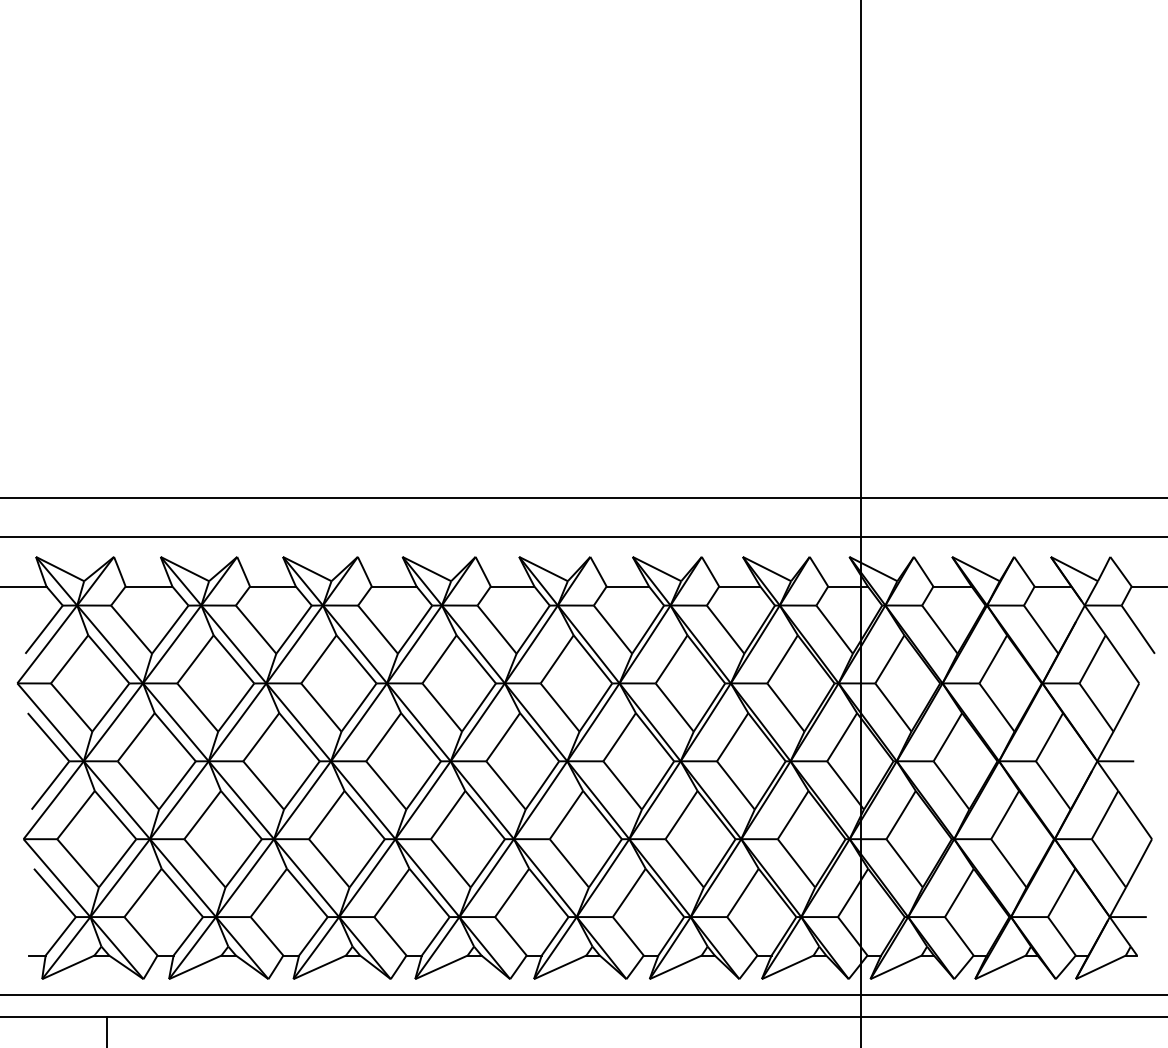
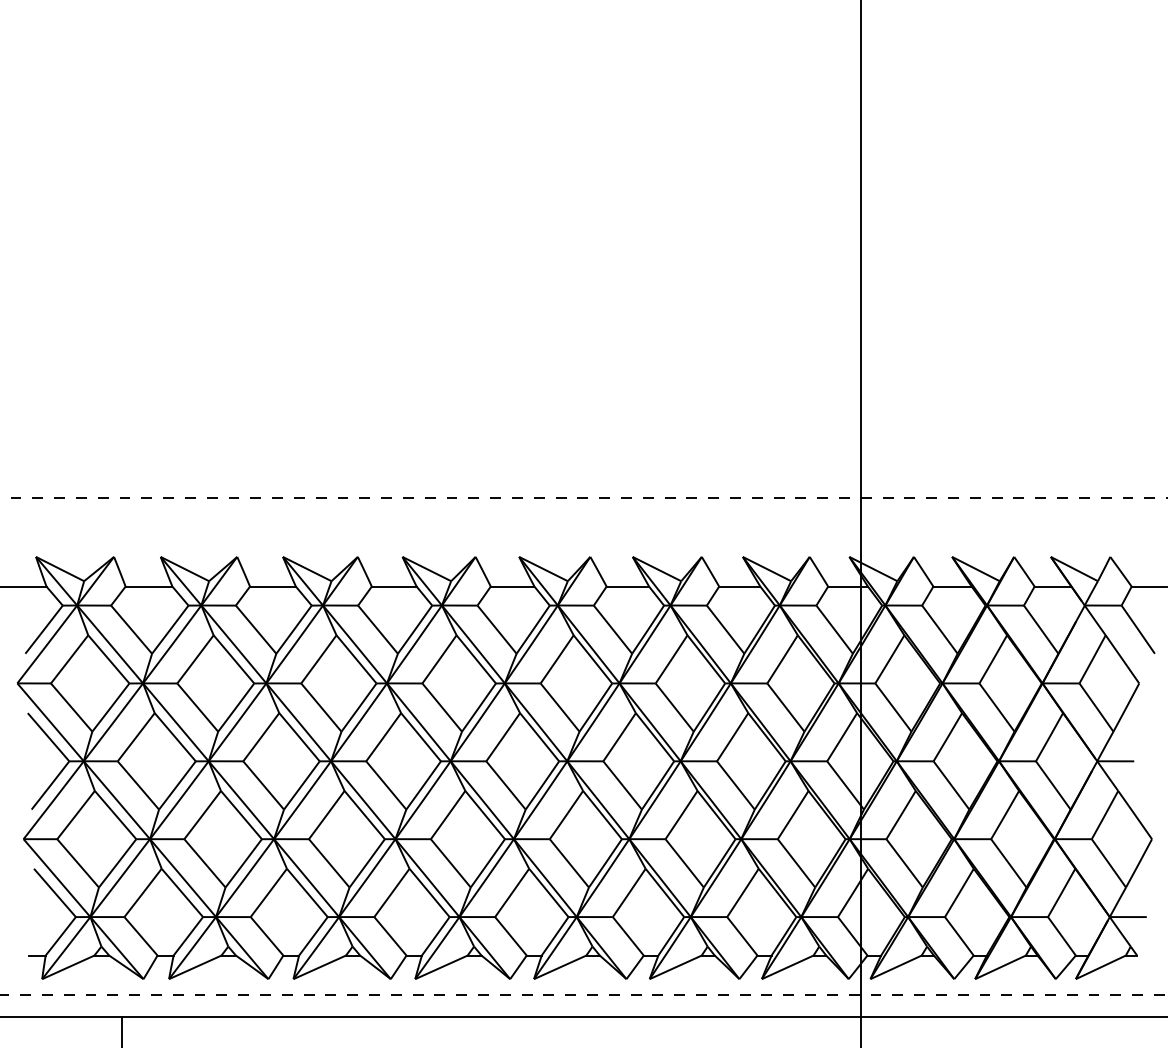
line at (584, 497): solid -> dashed
line at (583, 537): present -> none
line at (584, 994): solid -> dashed
line at (107, 1030) position: (107, 1030) -> (122, 1030)
